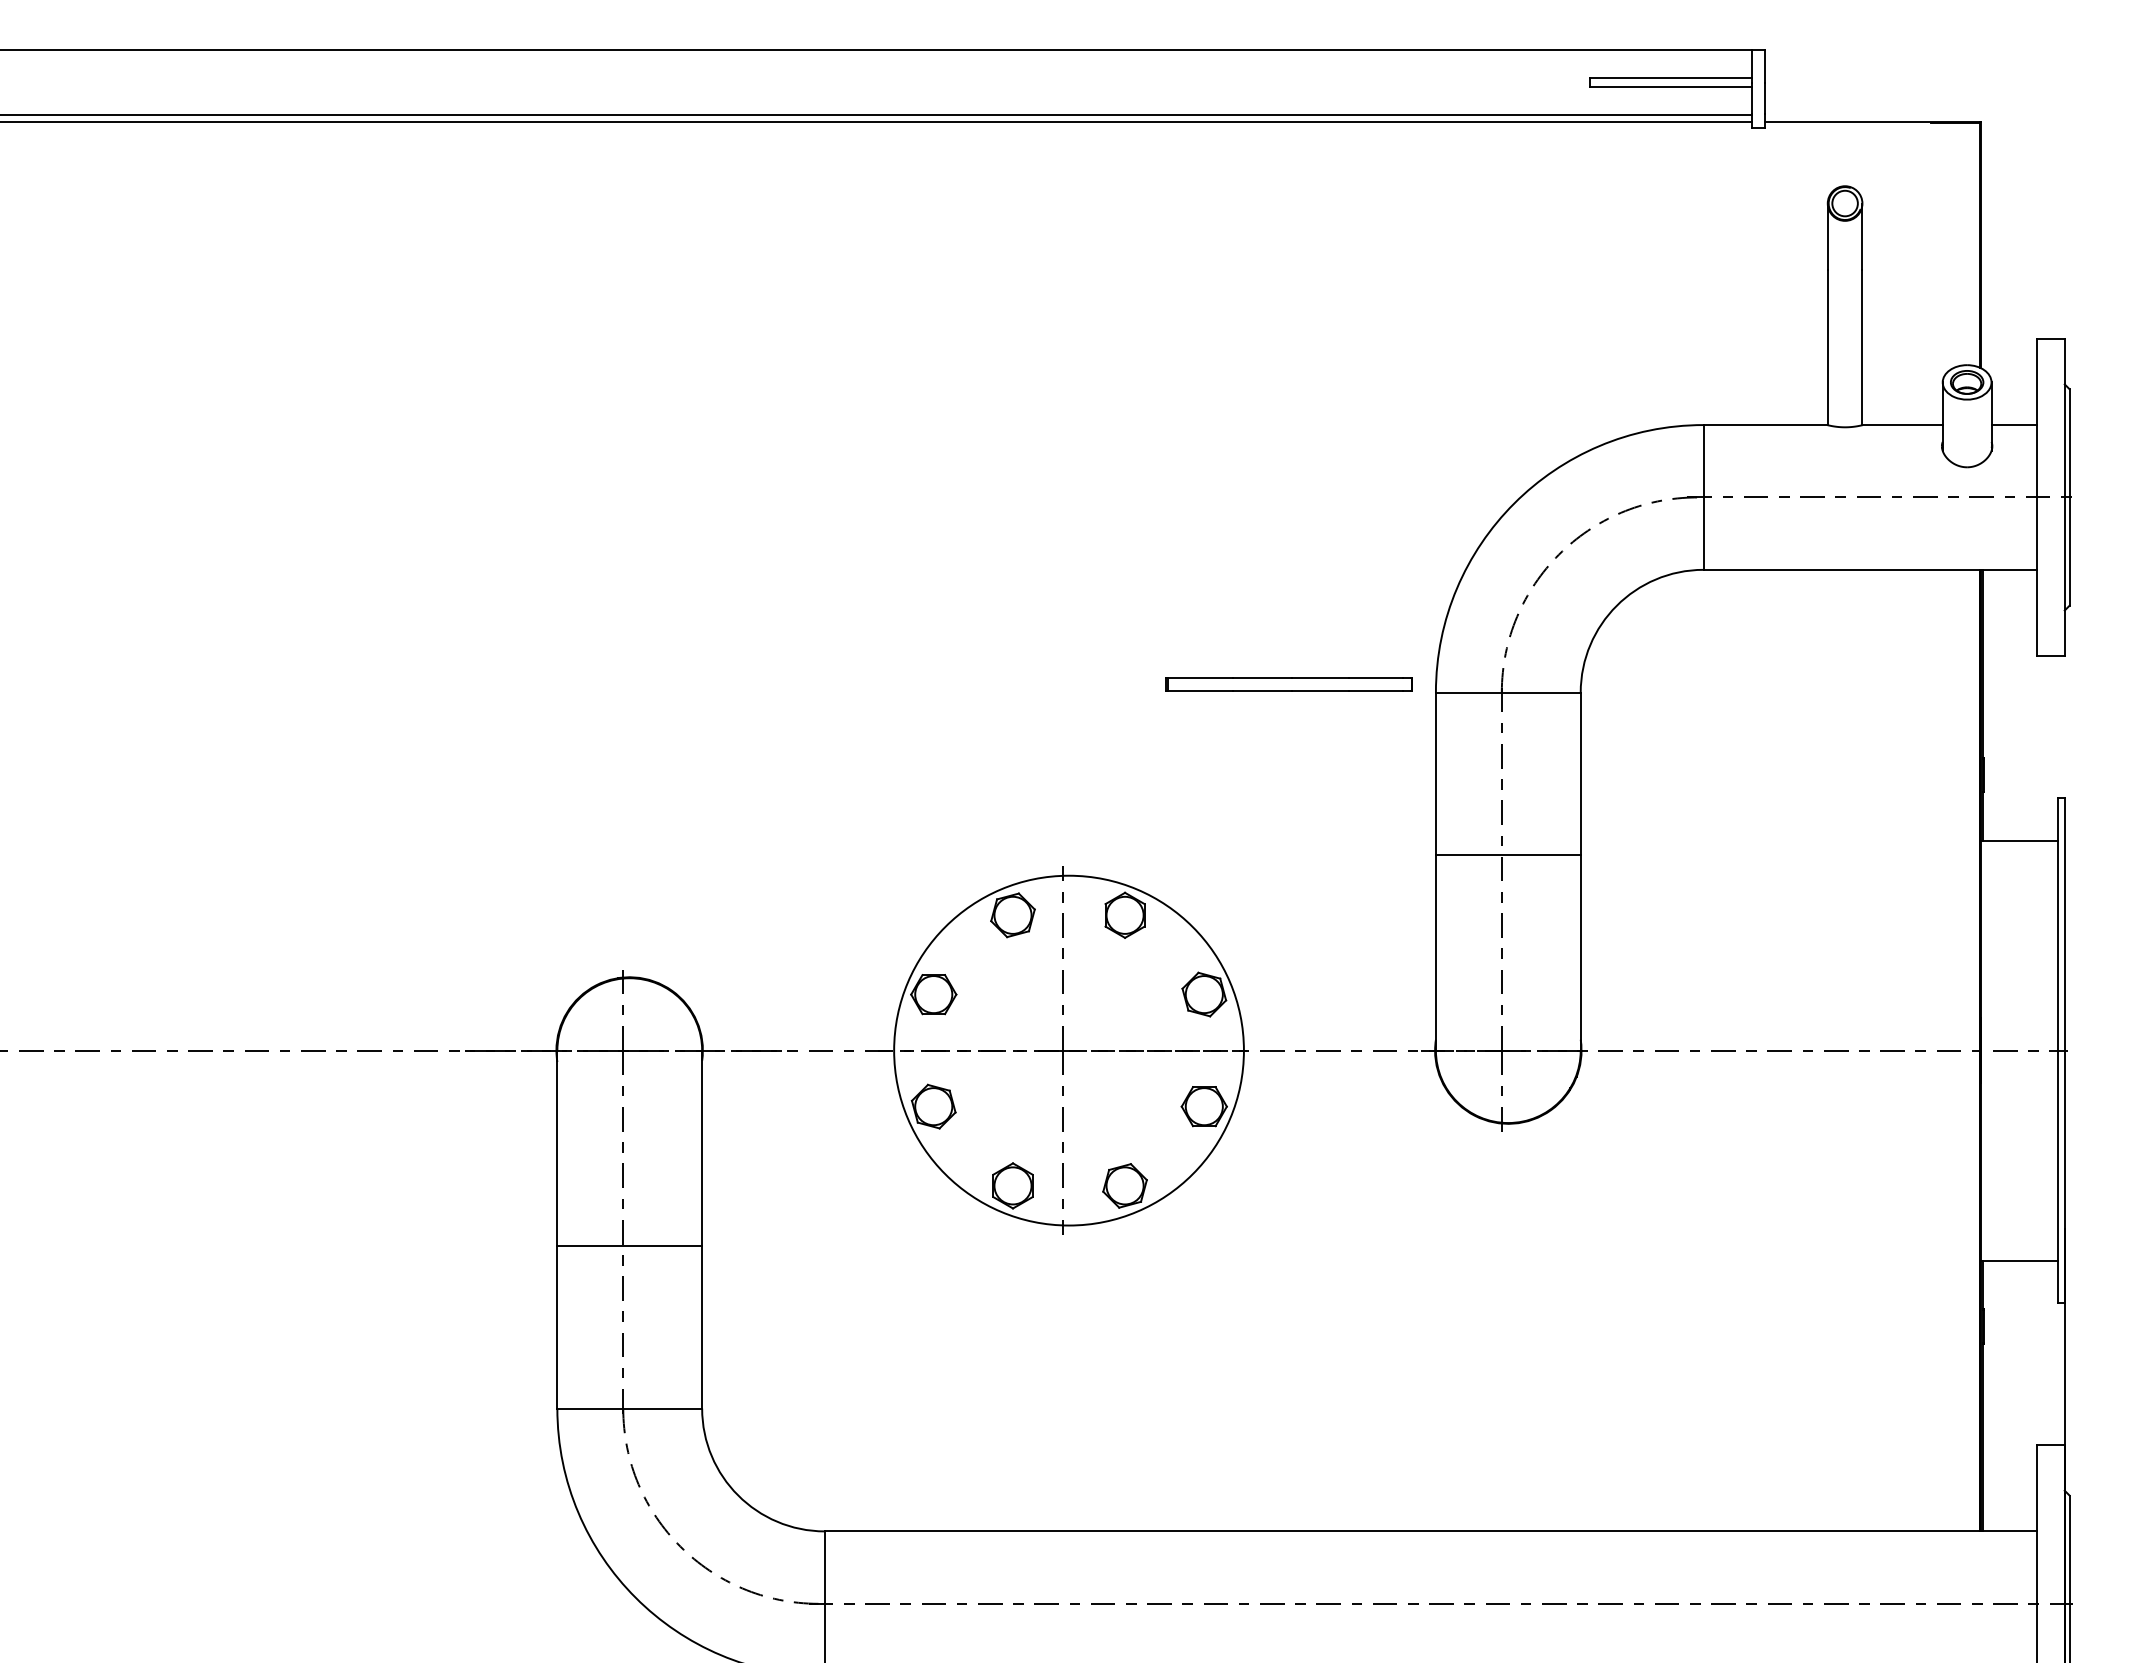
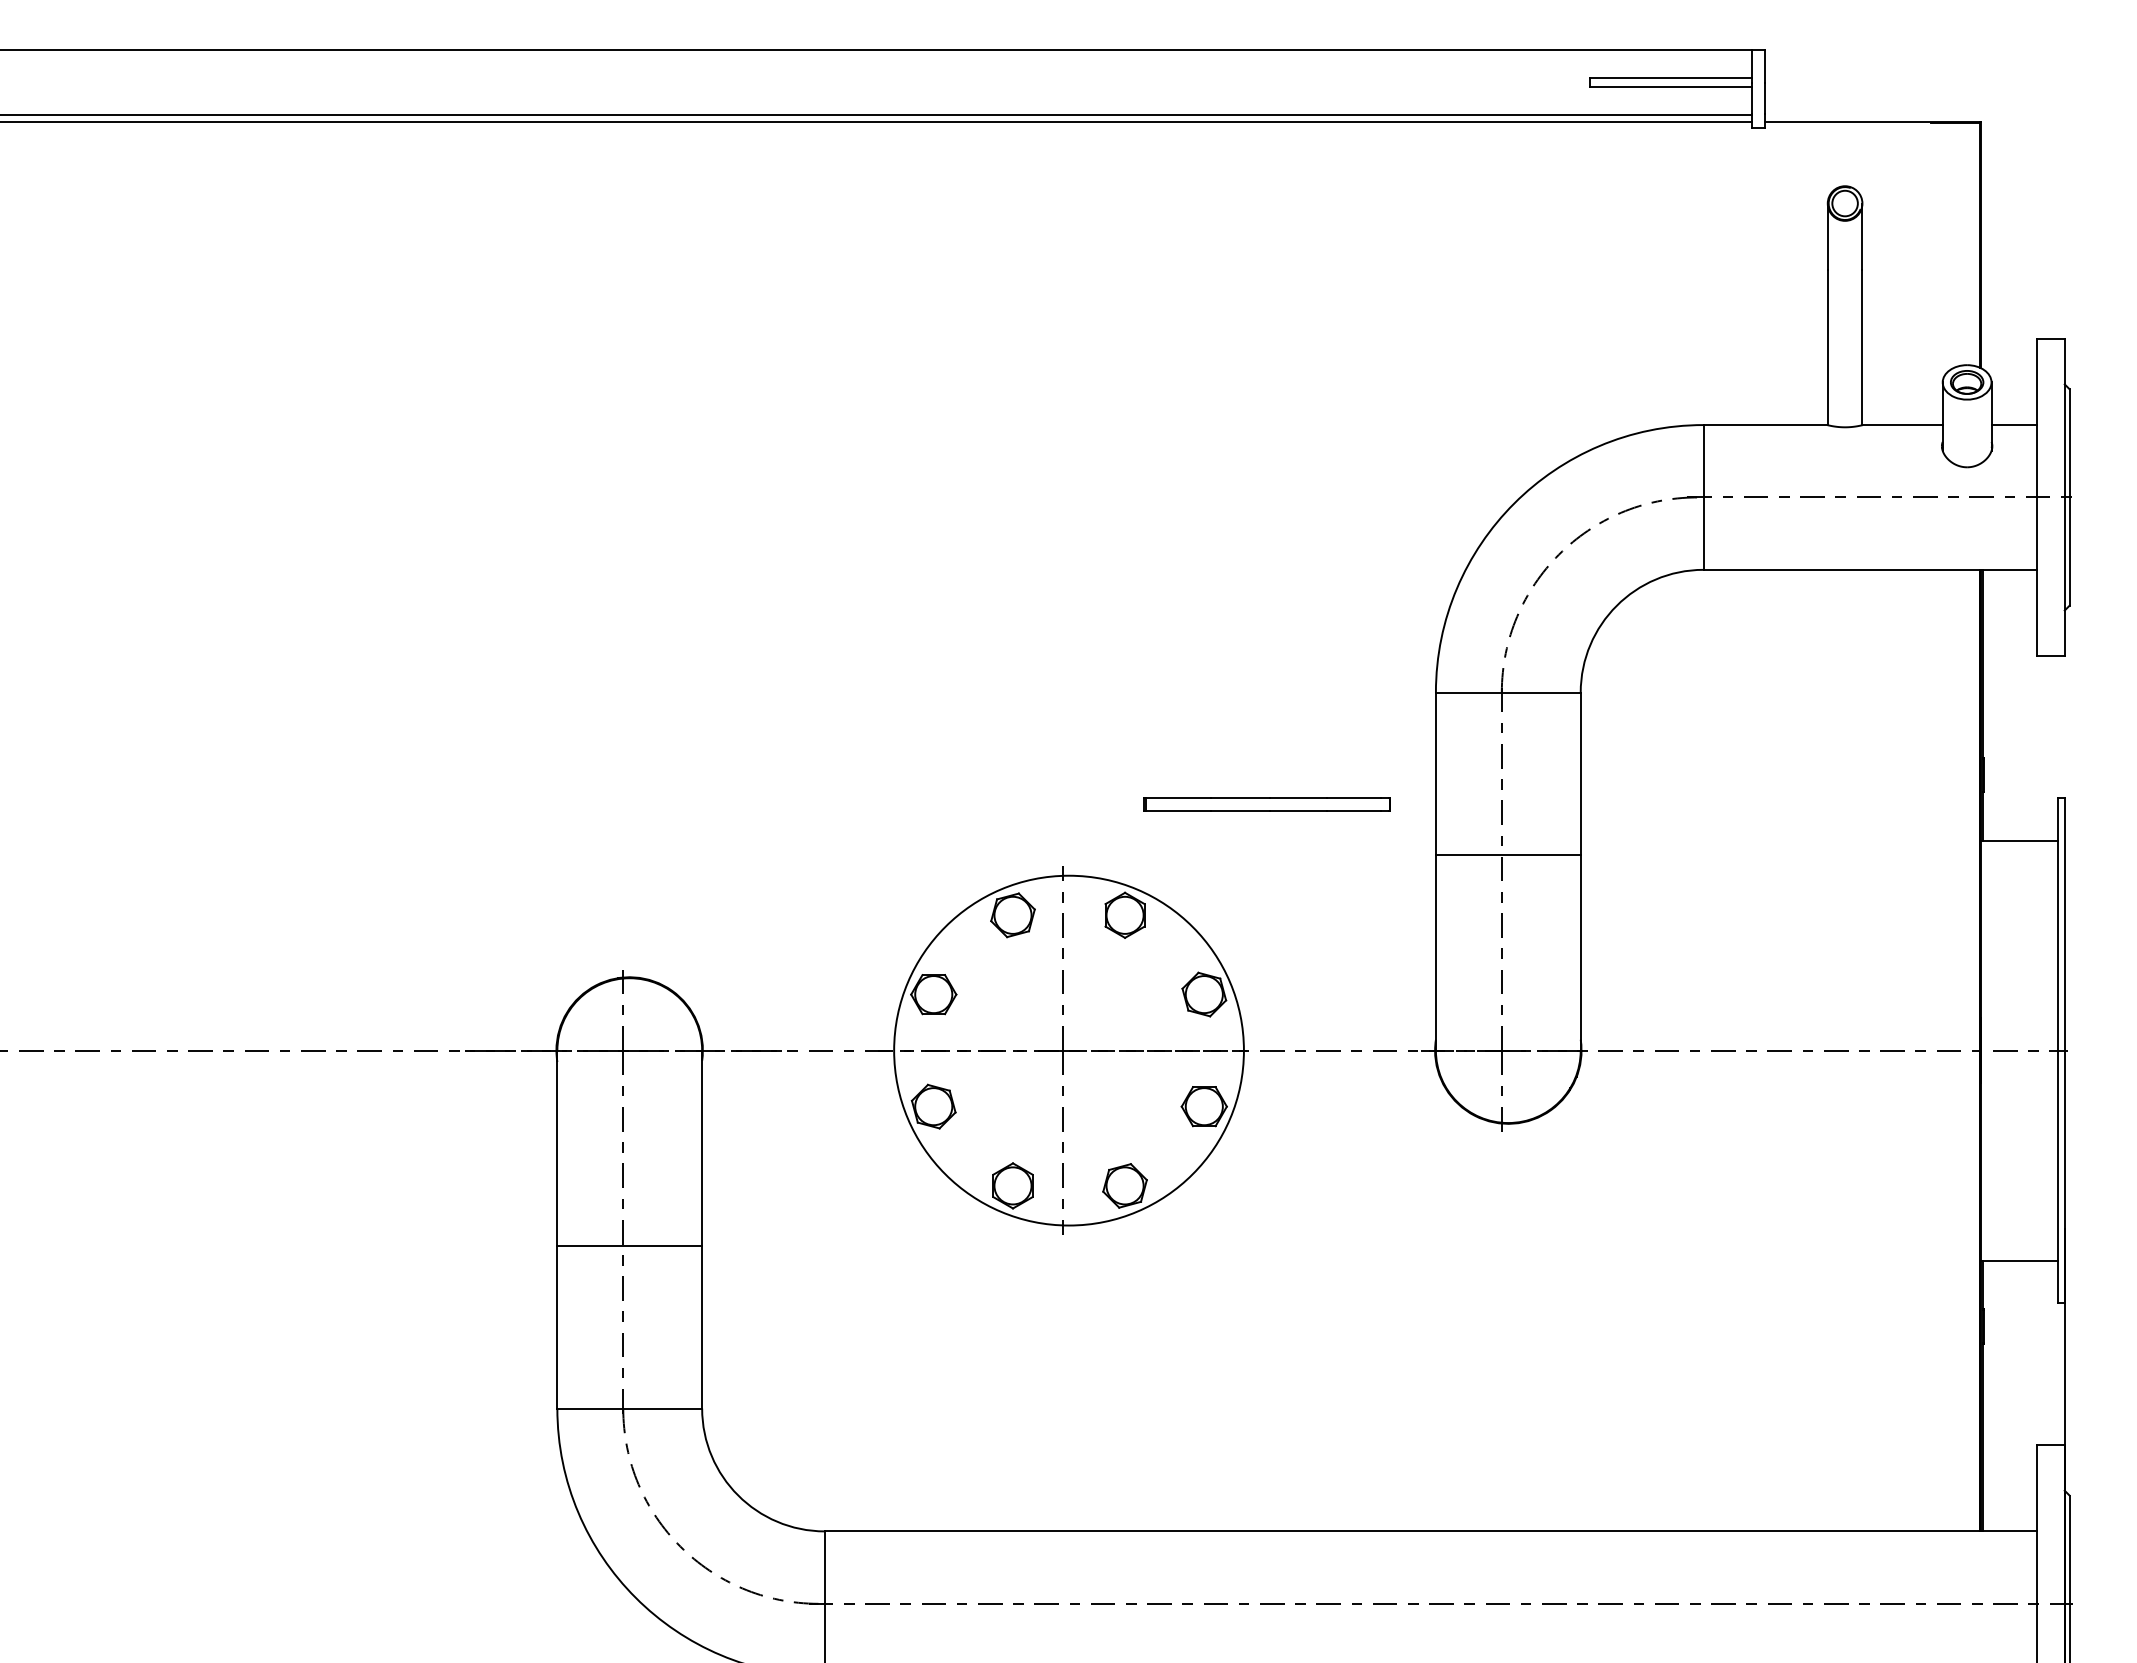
part at (1288, 684) position: (1288, 684) -> (1266, 804)
